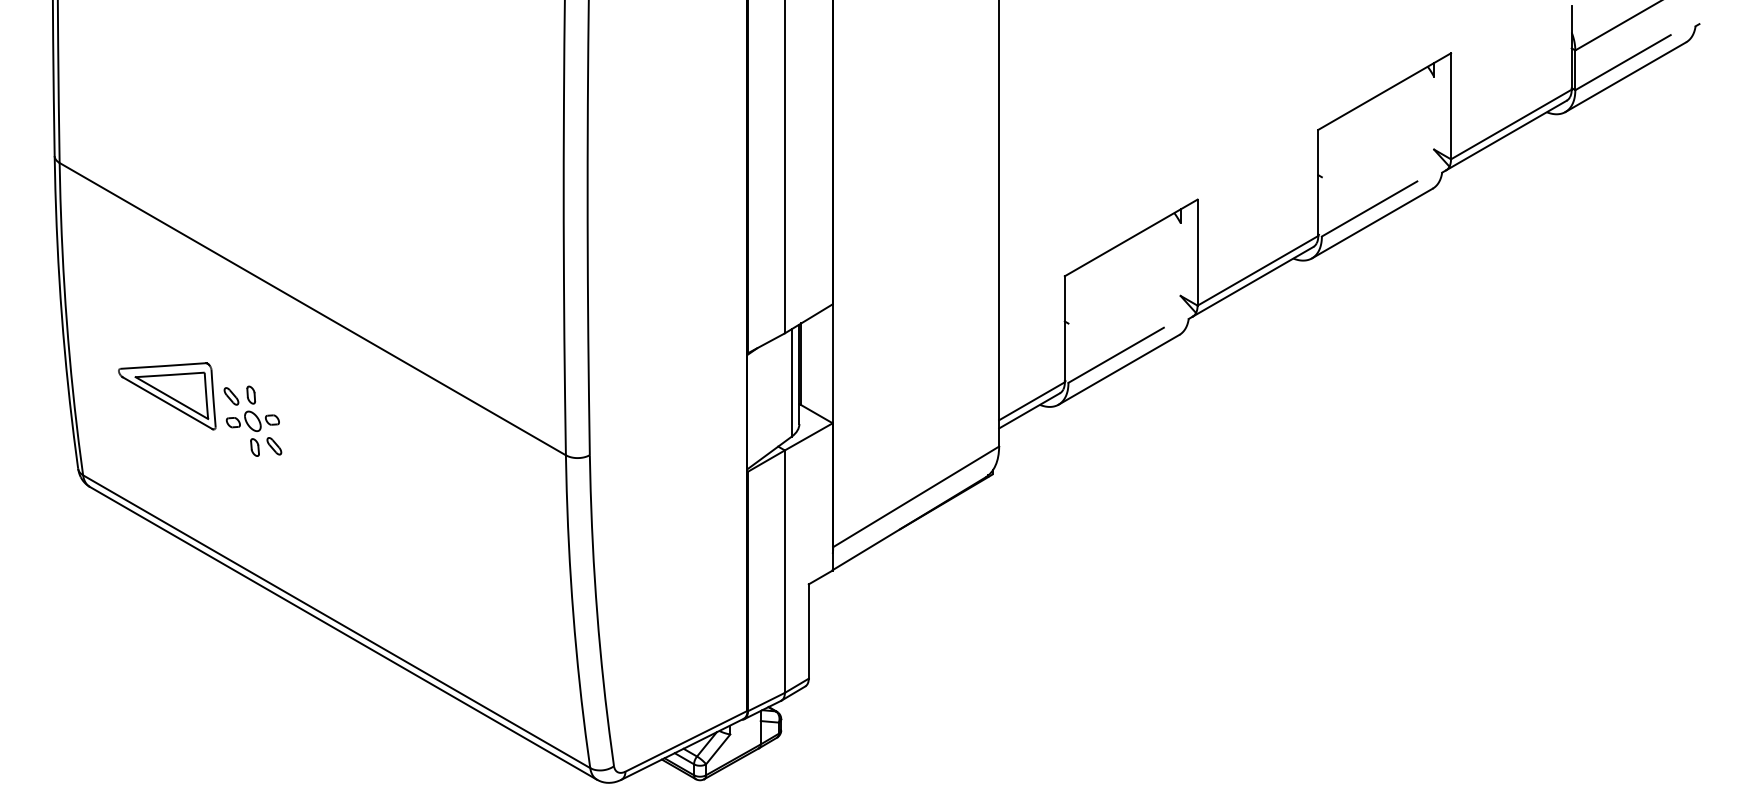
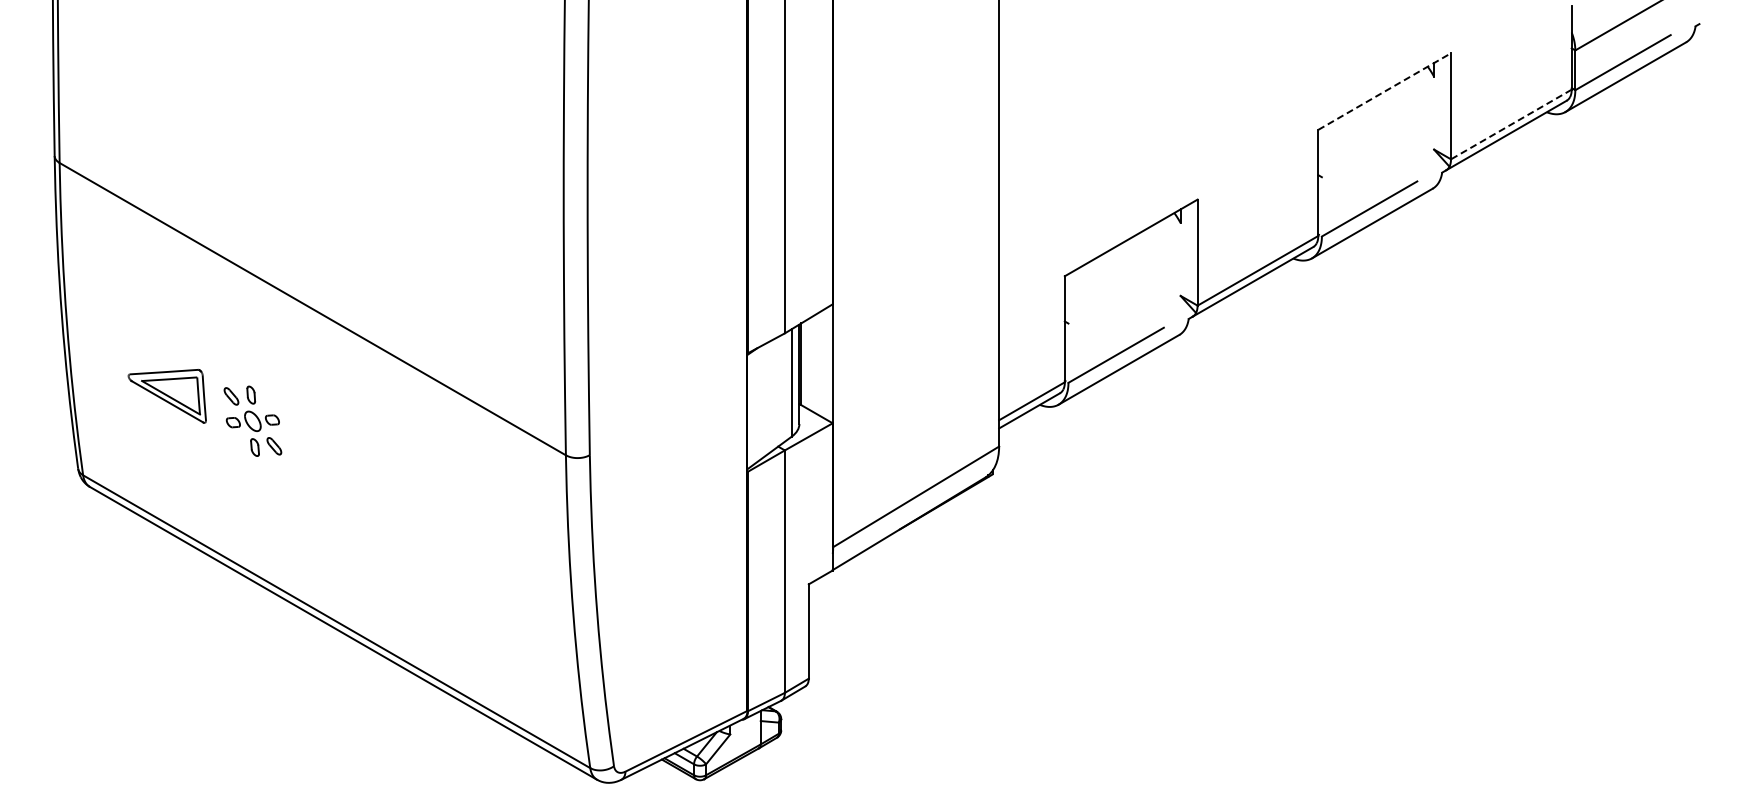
line at (1384, 91): solid -> dashed
line at (1511, 124): solid -> dashed
part at (167, 396) size: 99x69 px -> 80x55 px
